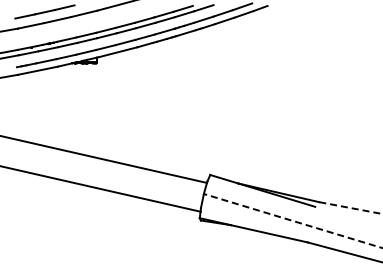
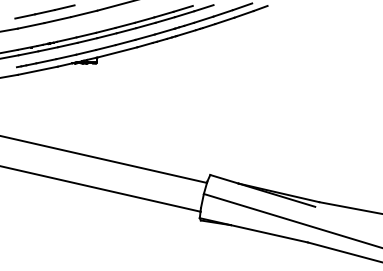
line at (351, 208): dashed -> solid
line at (292, 220): dashed -> solid
